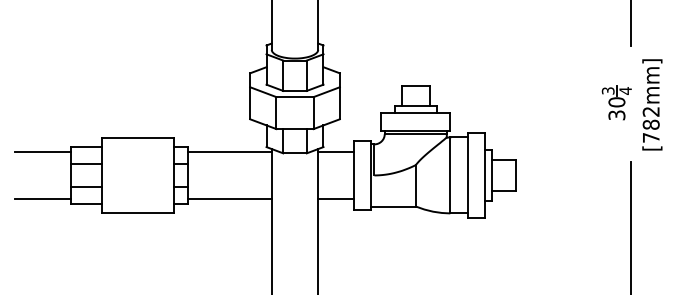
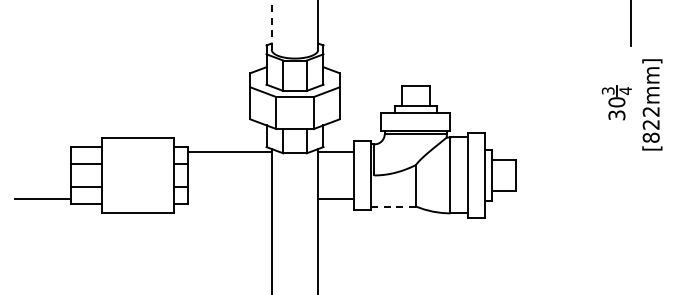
line at (271, 24): solid -> dashed
text at (650, 130): [782mm] -> [822mm]
line at (42, 152): present -> none
line at (229, 198): present -> none
line at (392, 206): solid -> dashed
line at (631, 226): present -> none
